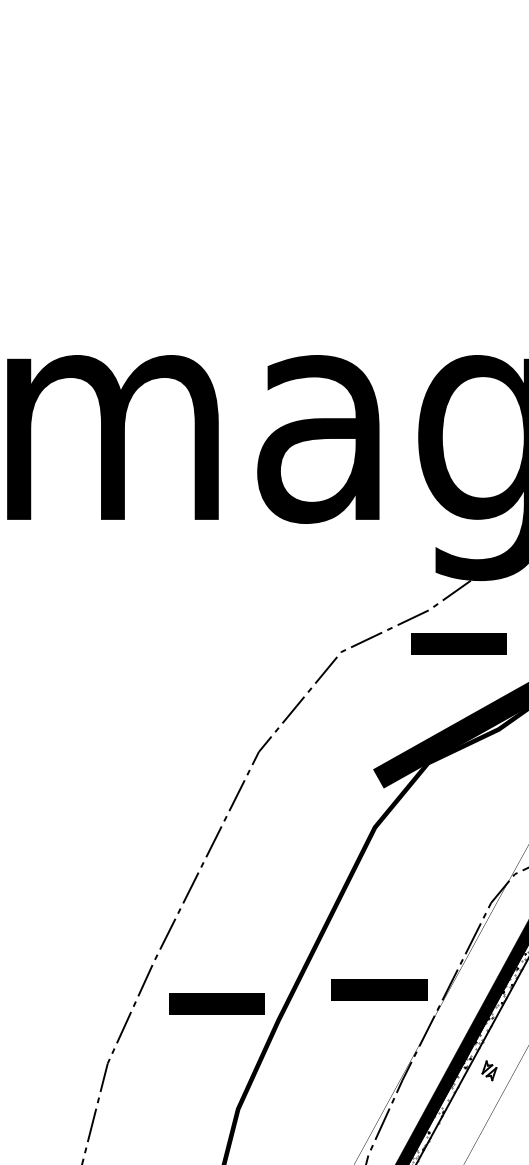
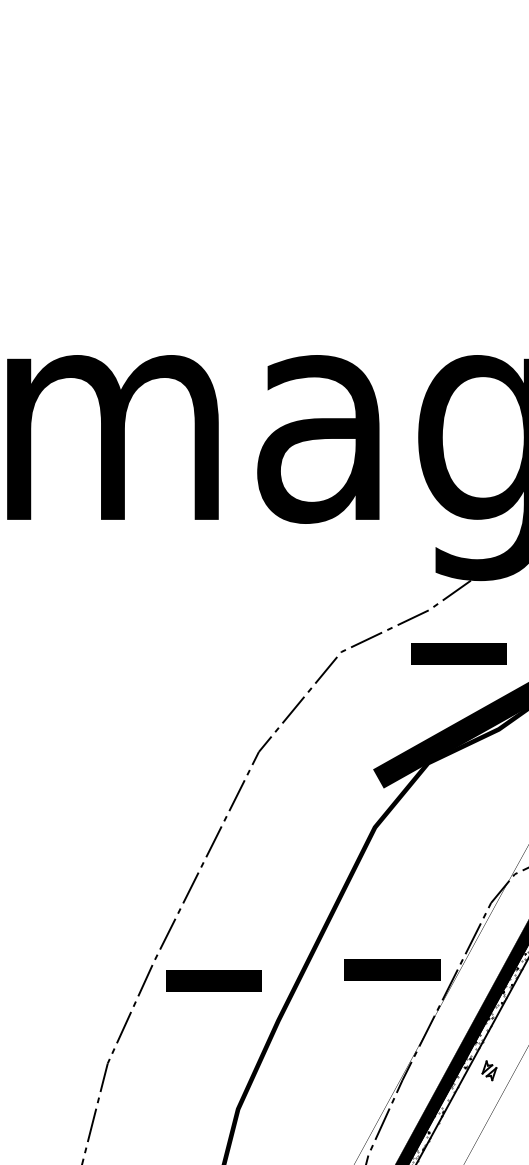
text at (458, 643) position: (458, 643) -> (458, 653)
text at (379, 989) position: (379, 989) -> (392, 969)
text at (216, 1003) position: (216, 1003) -> (213, 980)
